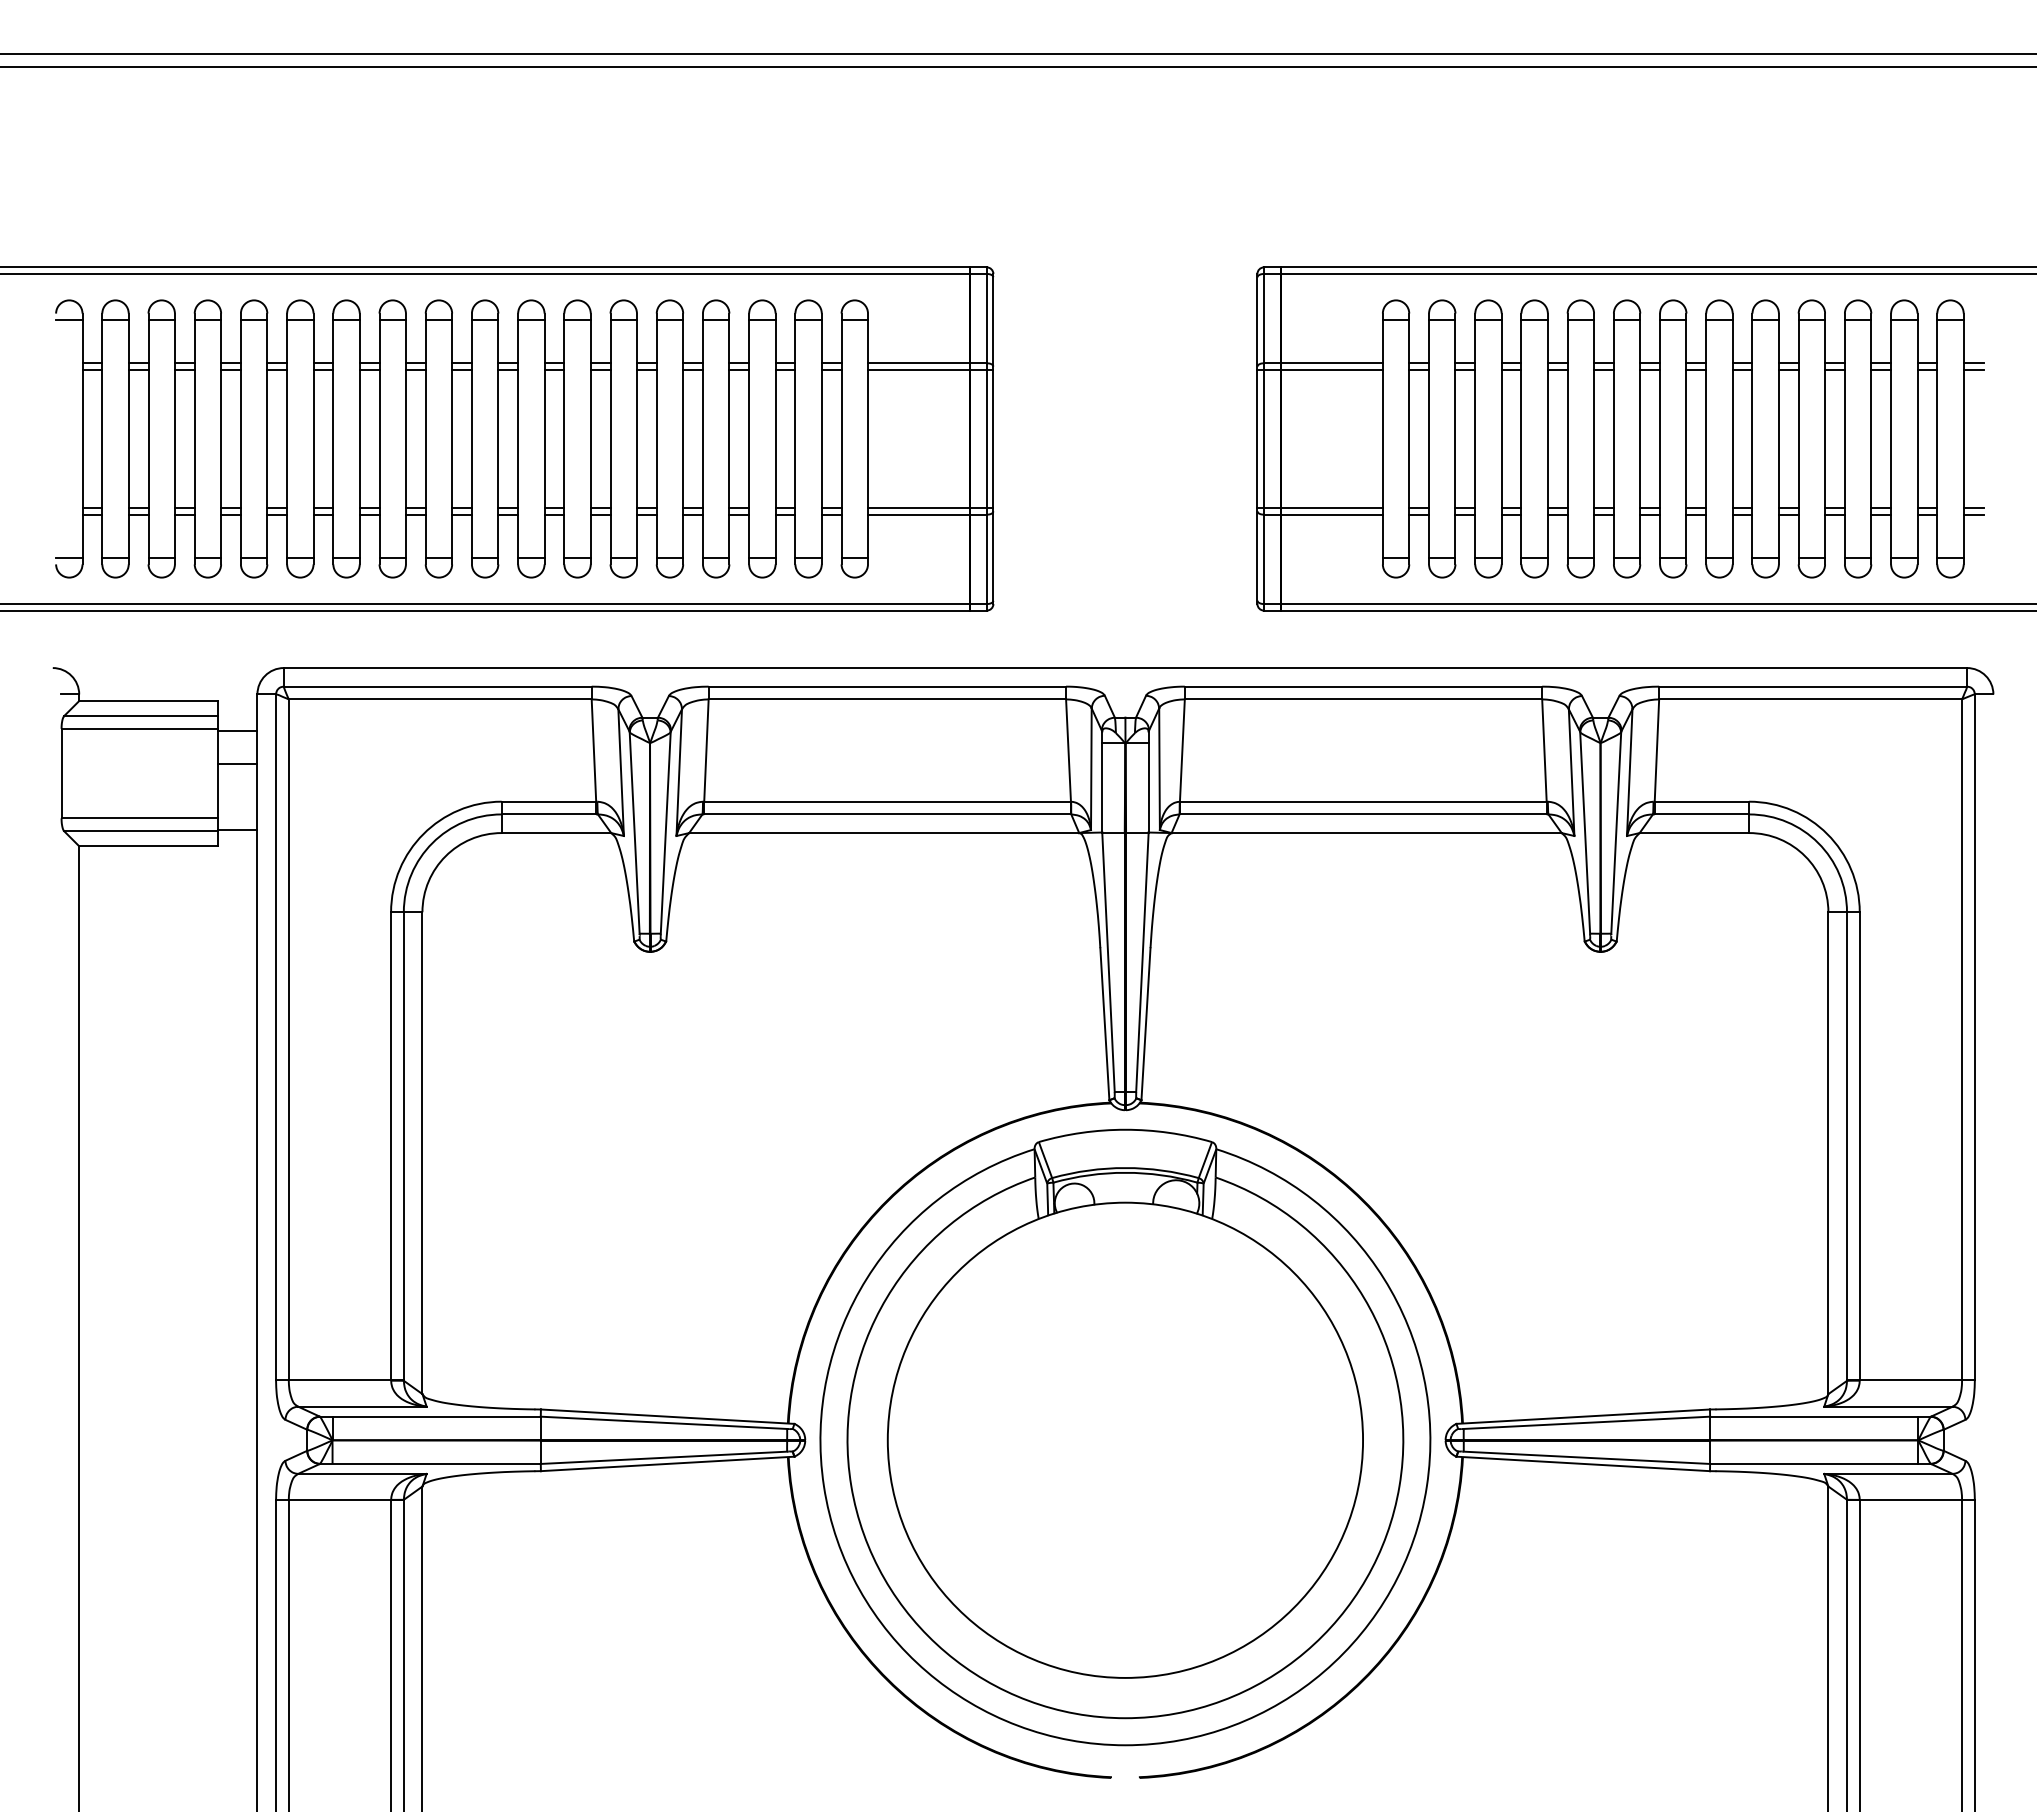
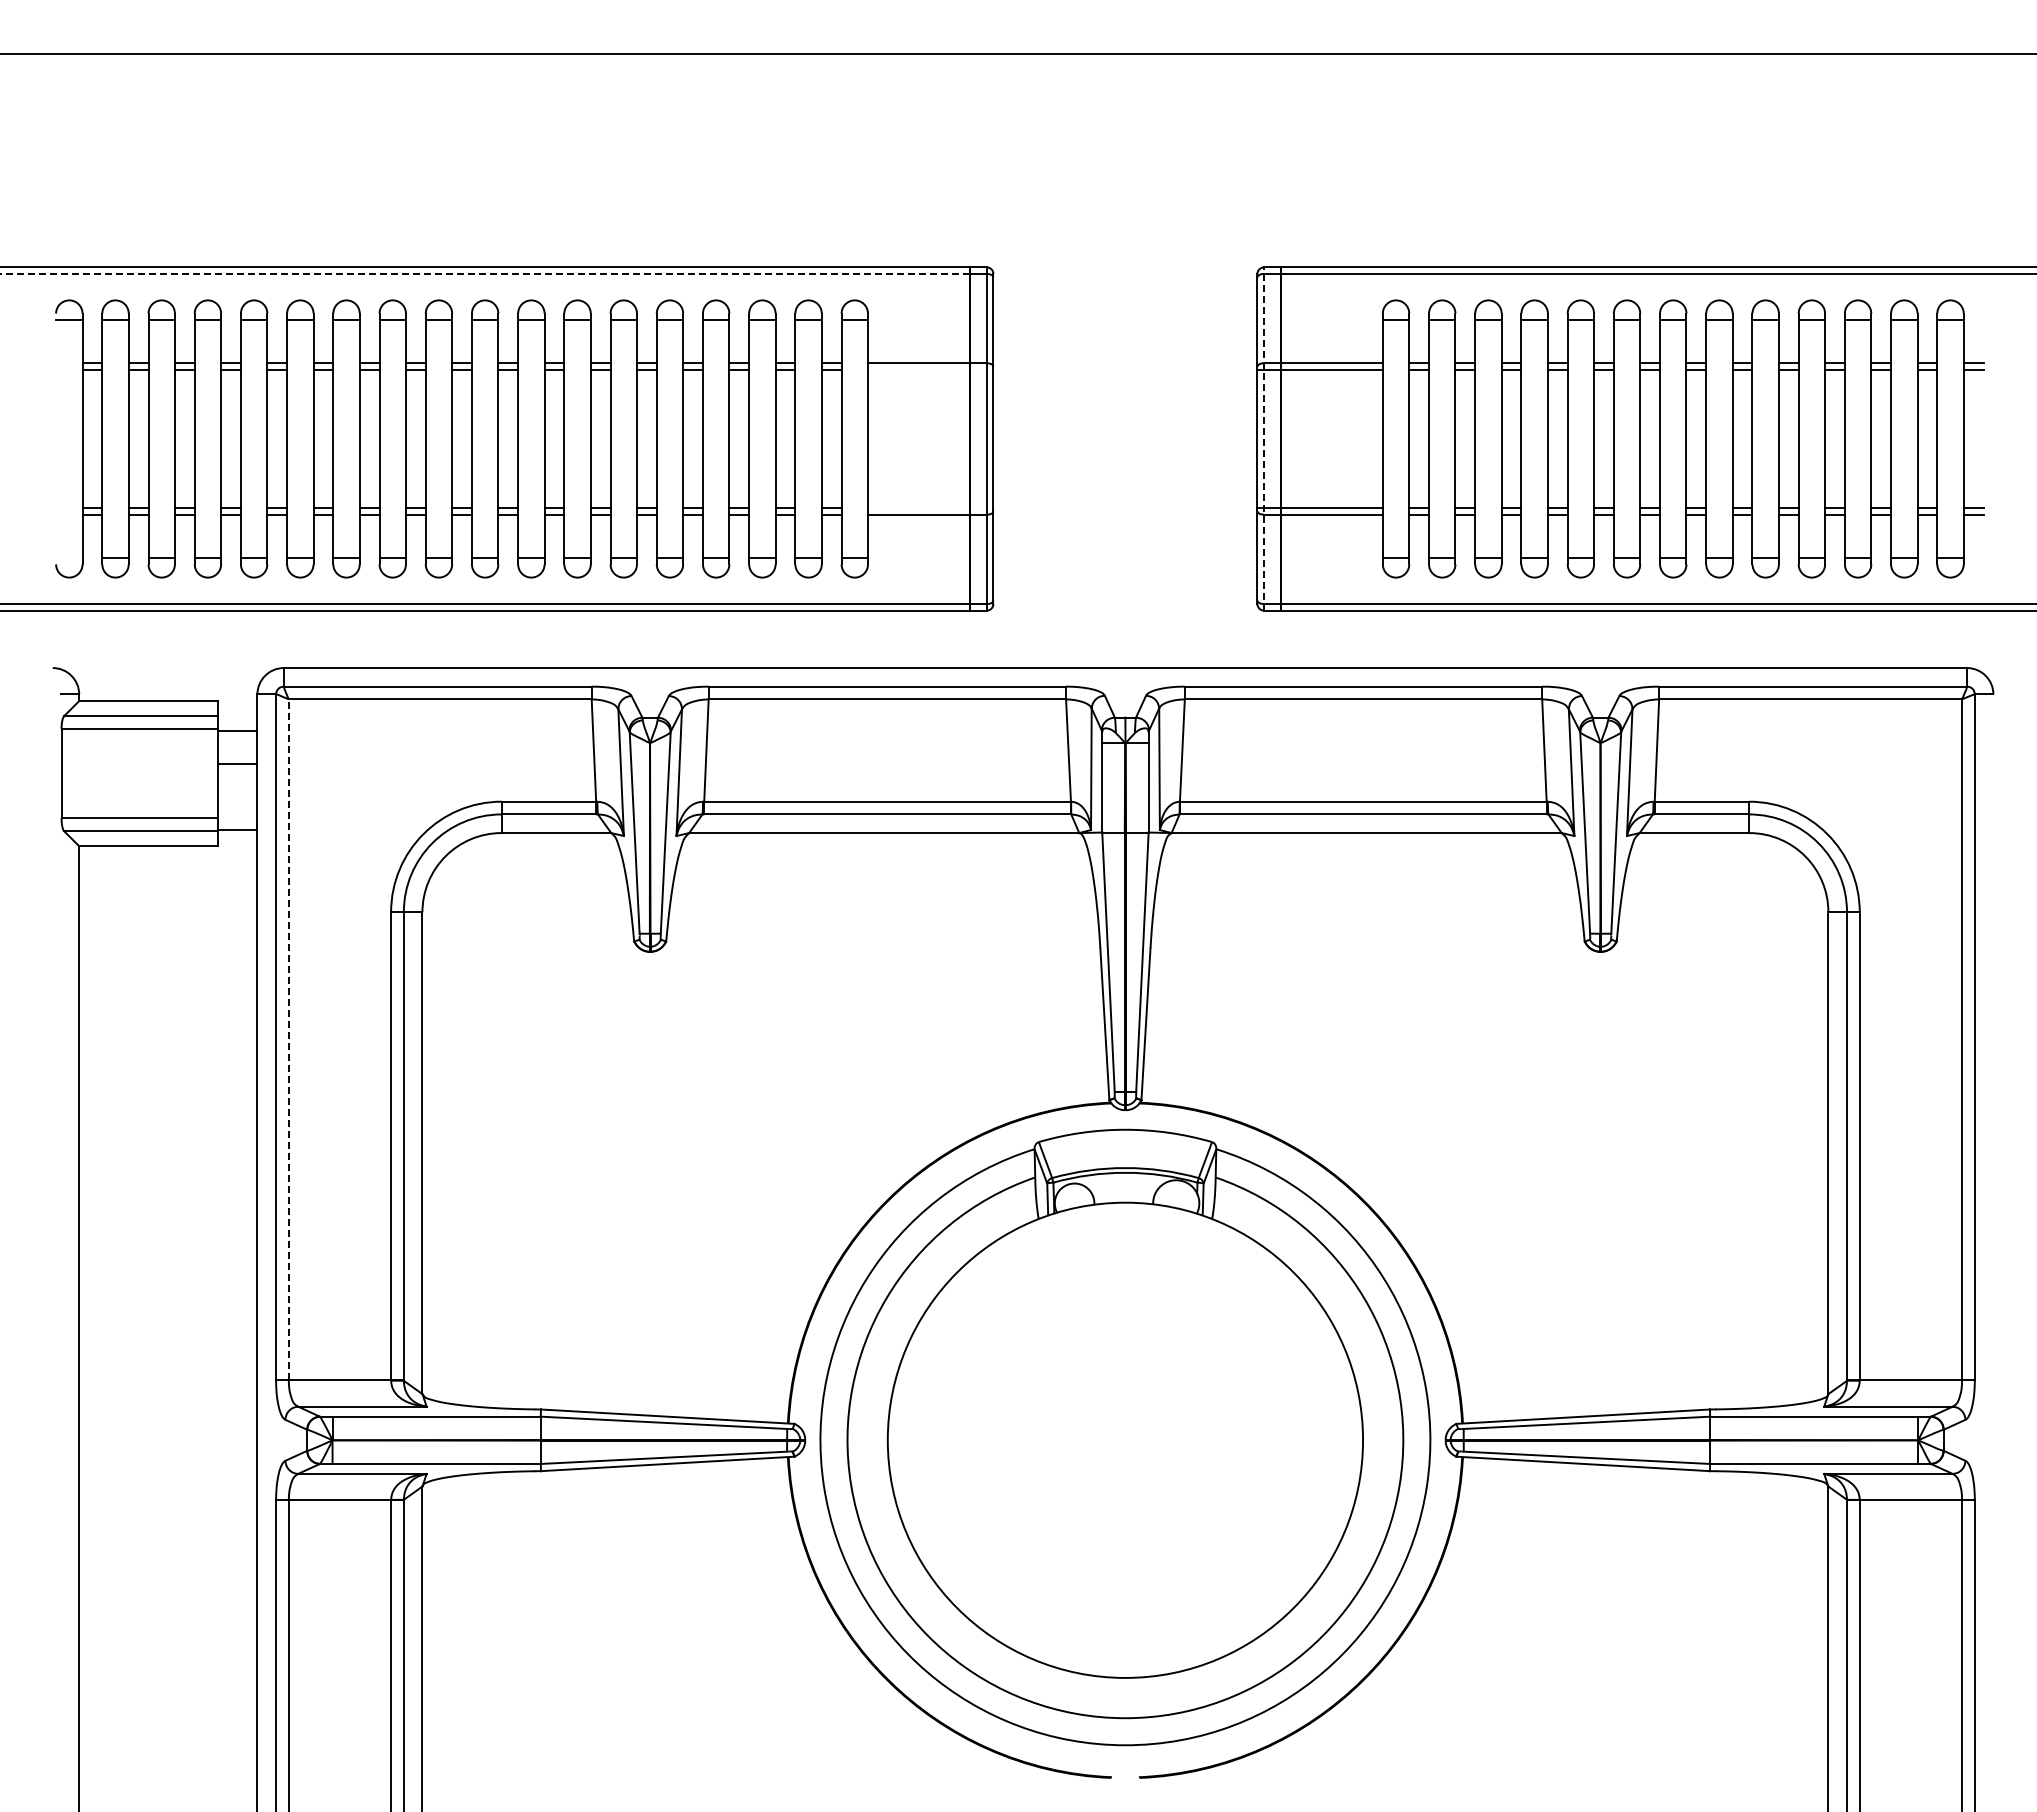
line at (1017, 67): present -> none
line at (484, 273): solid -> dashed
line at (930, 369): present -> none
line at (1264, 439): solid -> dashed
line at (930, 508): present -> none
line at (69, 557): present -> none
line at (288, 1039): solid -> dashed
